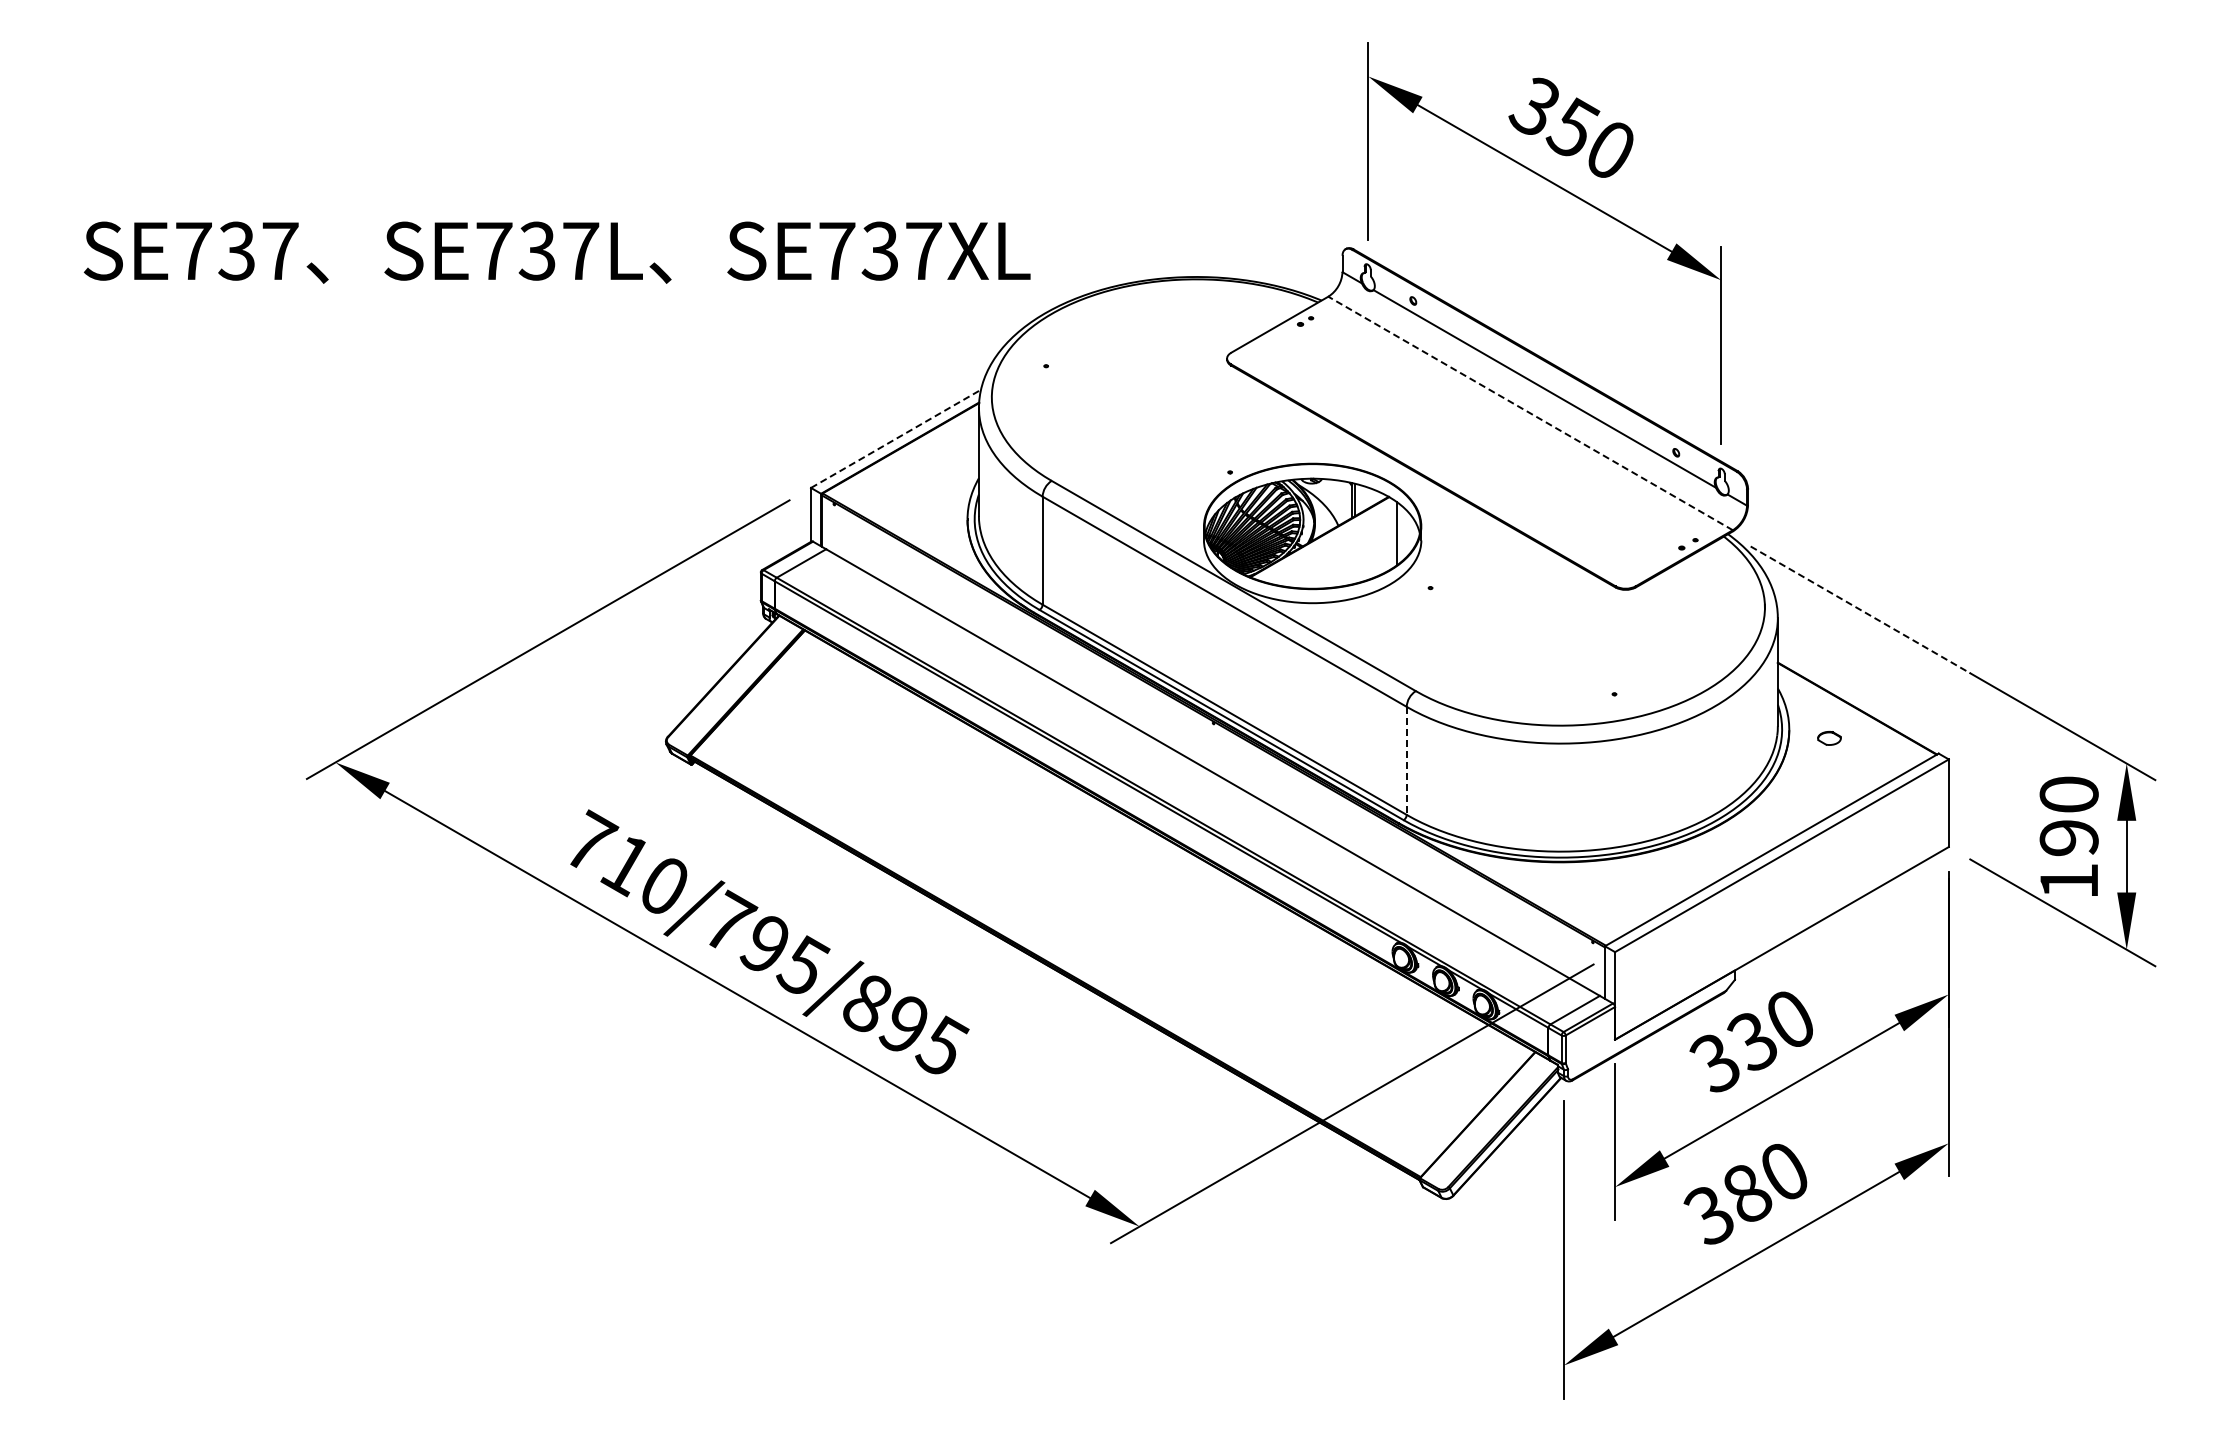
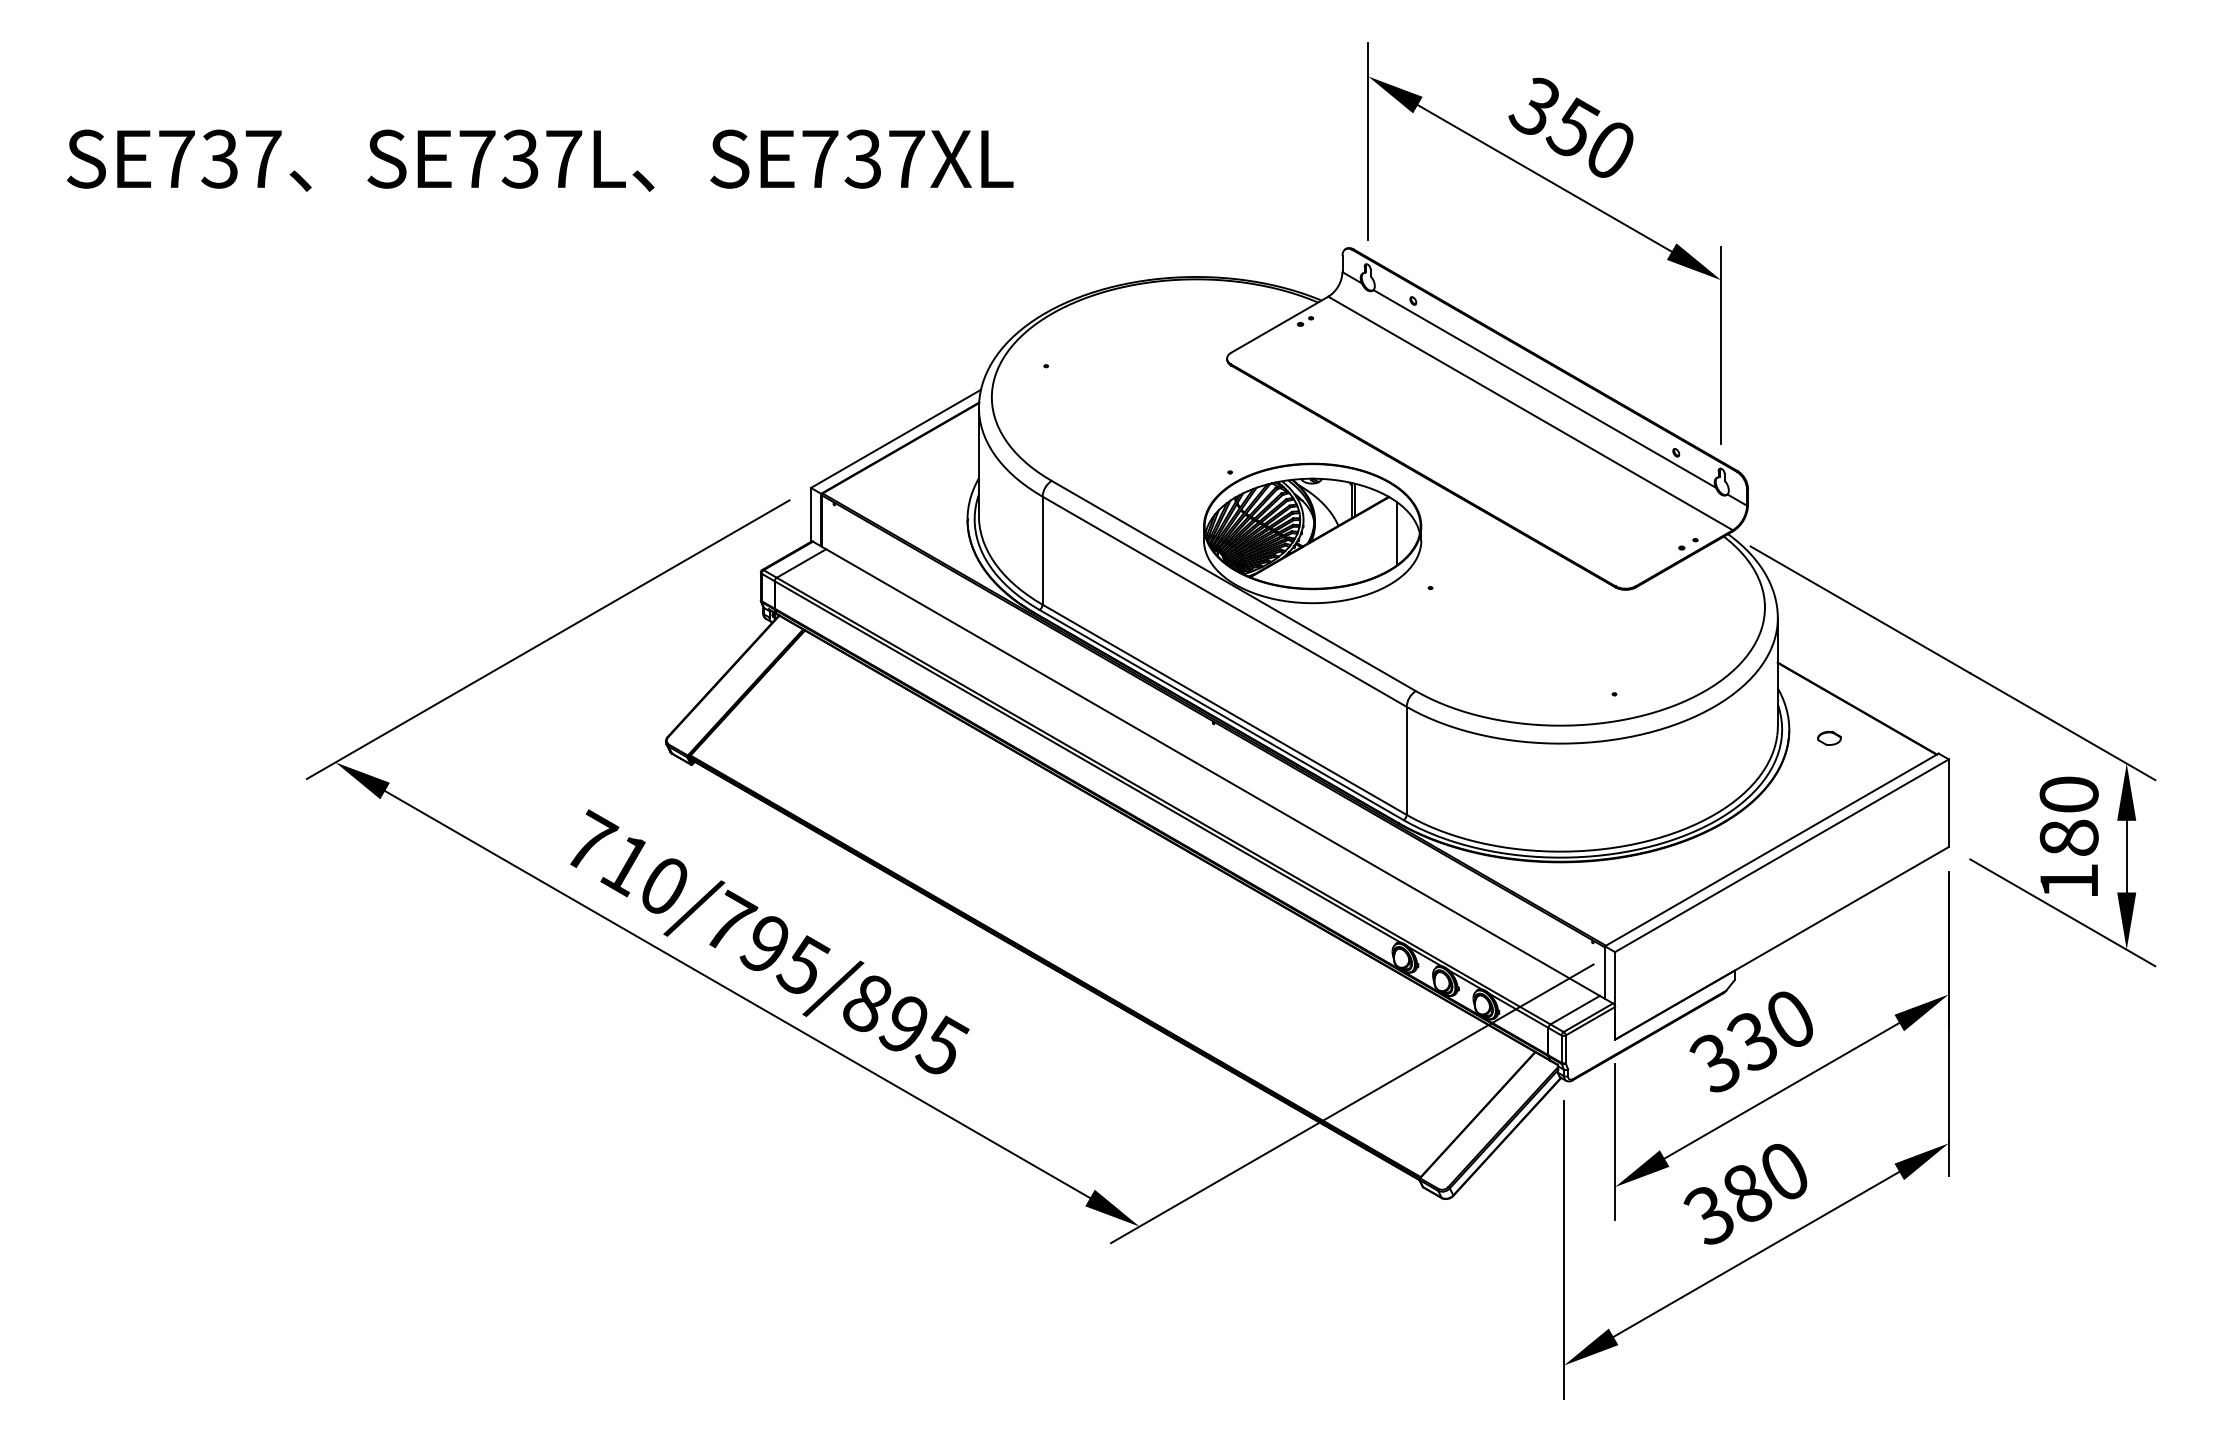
text at (556, 252) position: (556, 252) -> (539, 160)
line at (1530, 413): dashed -> solid
line at (896, 438): dashed -> solid
line at (1860, 609): dashed -> solid
line at (1406, 761): dashed -> solid
text at (2068, 837): 190 -> 180
